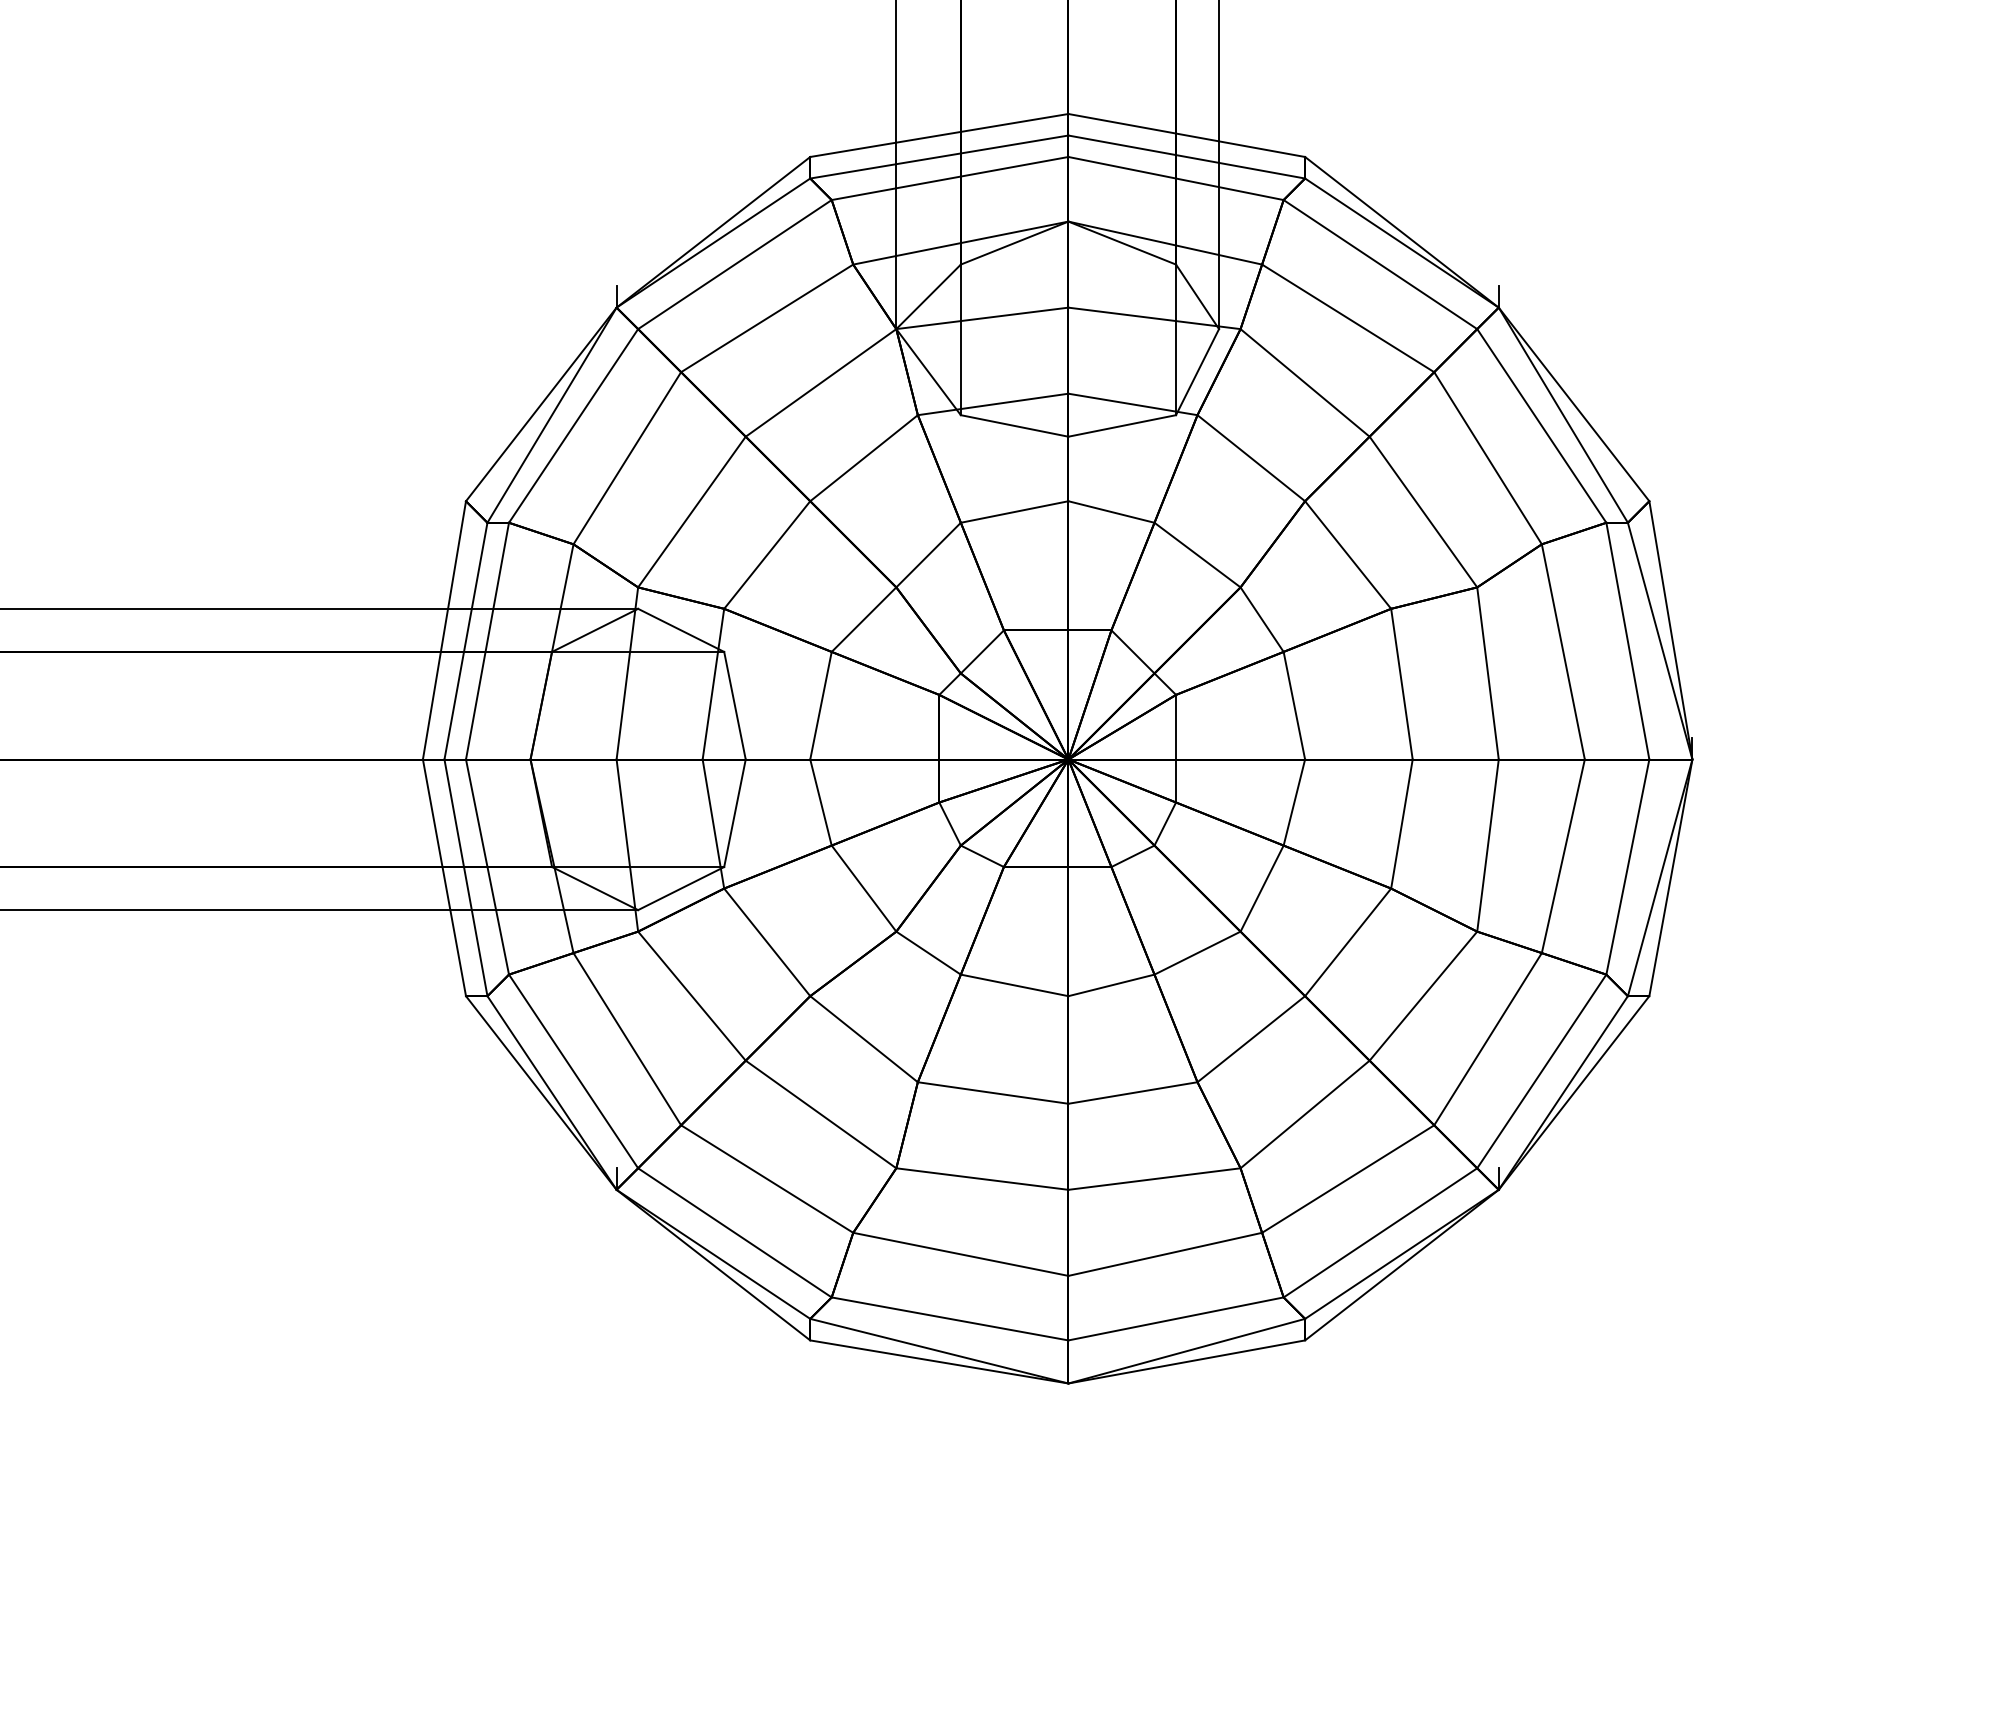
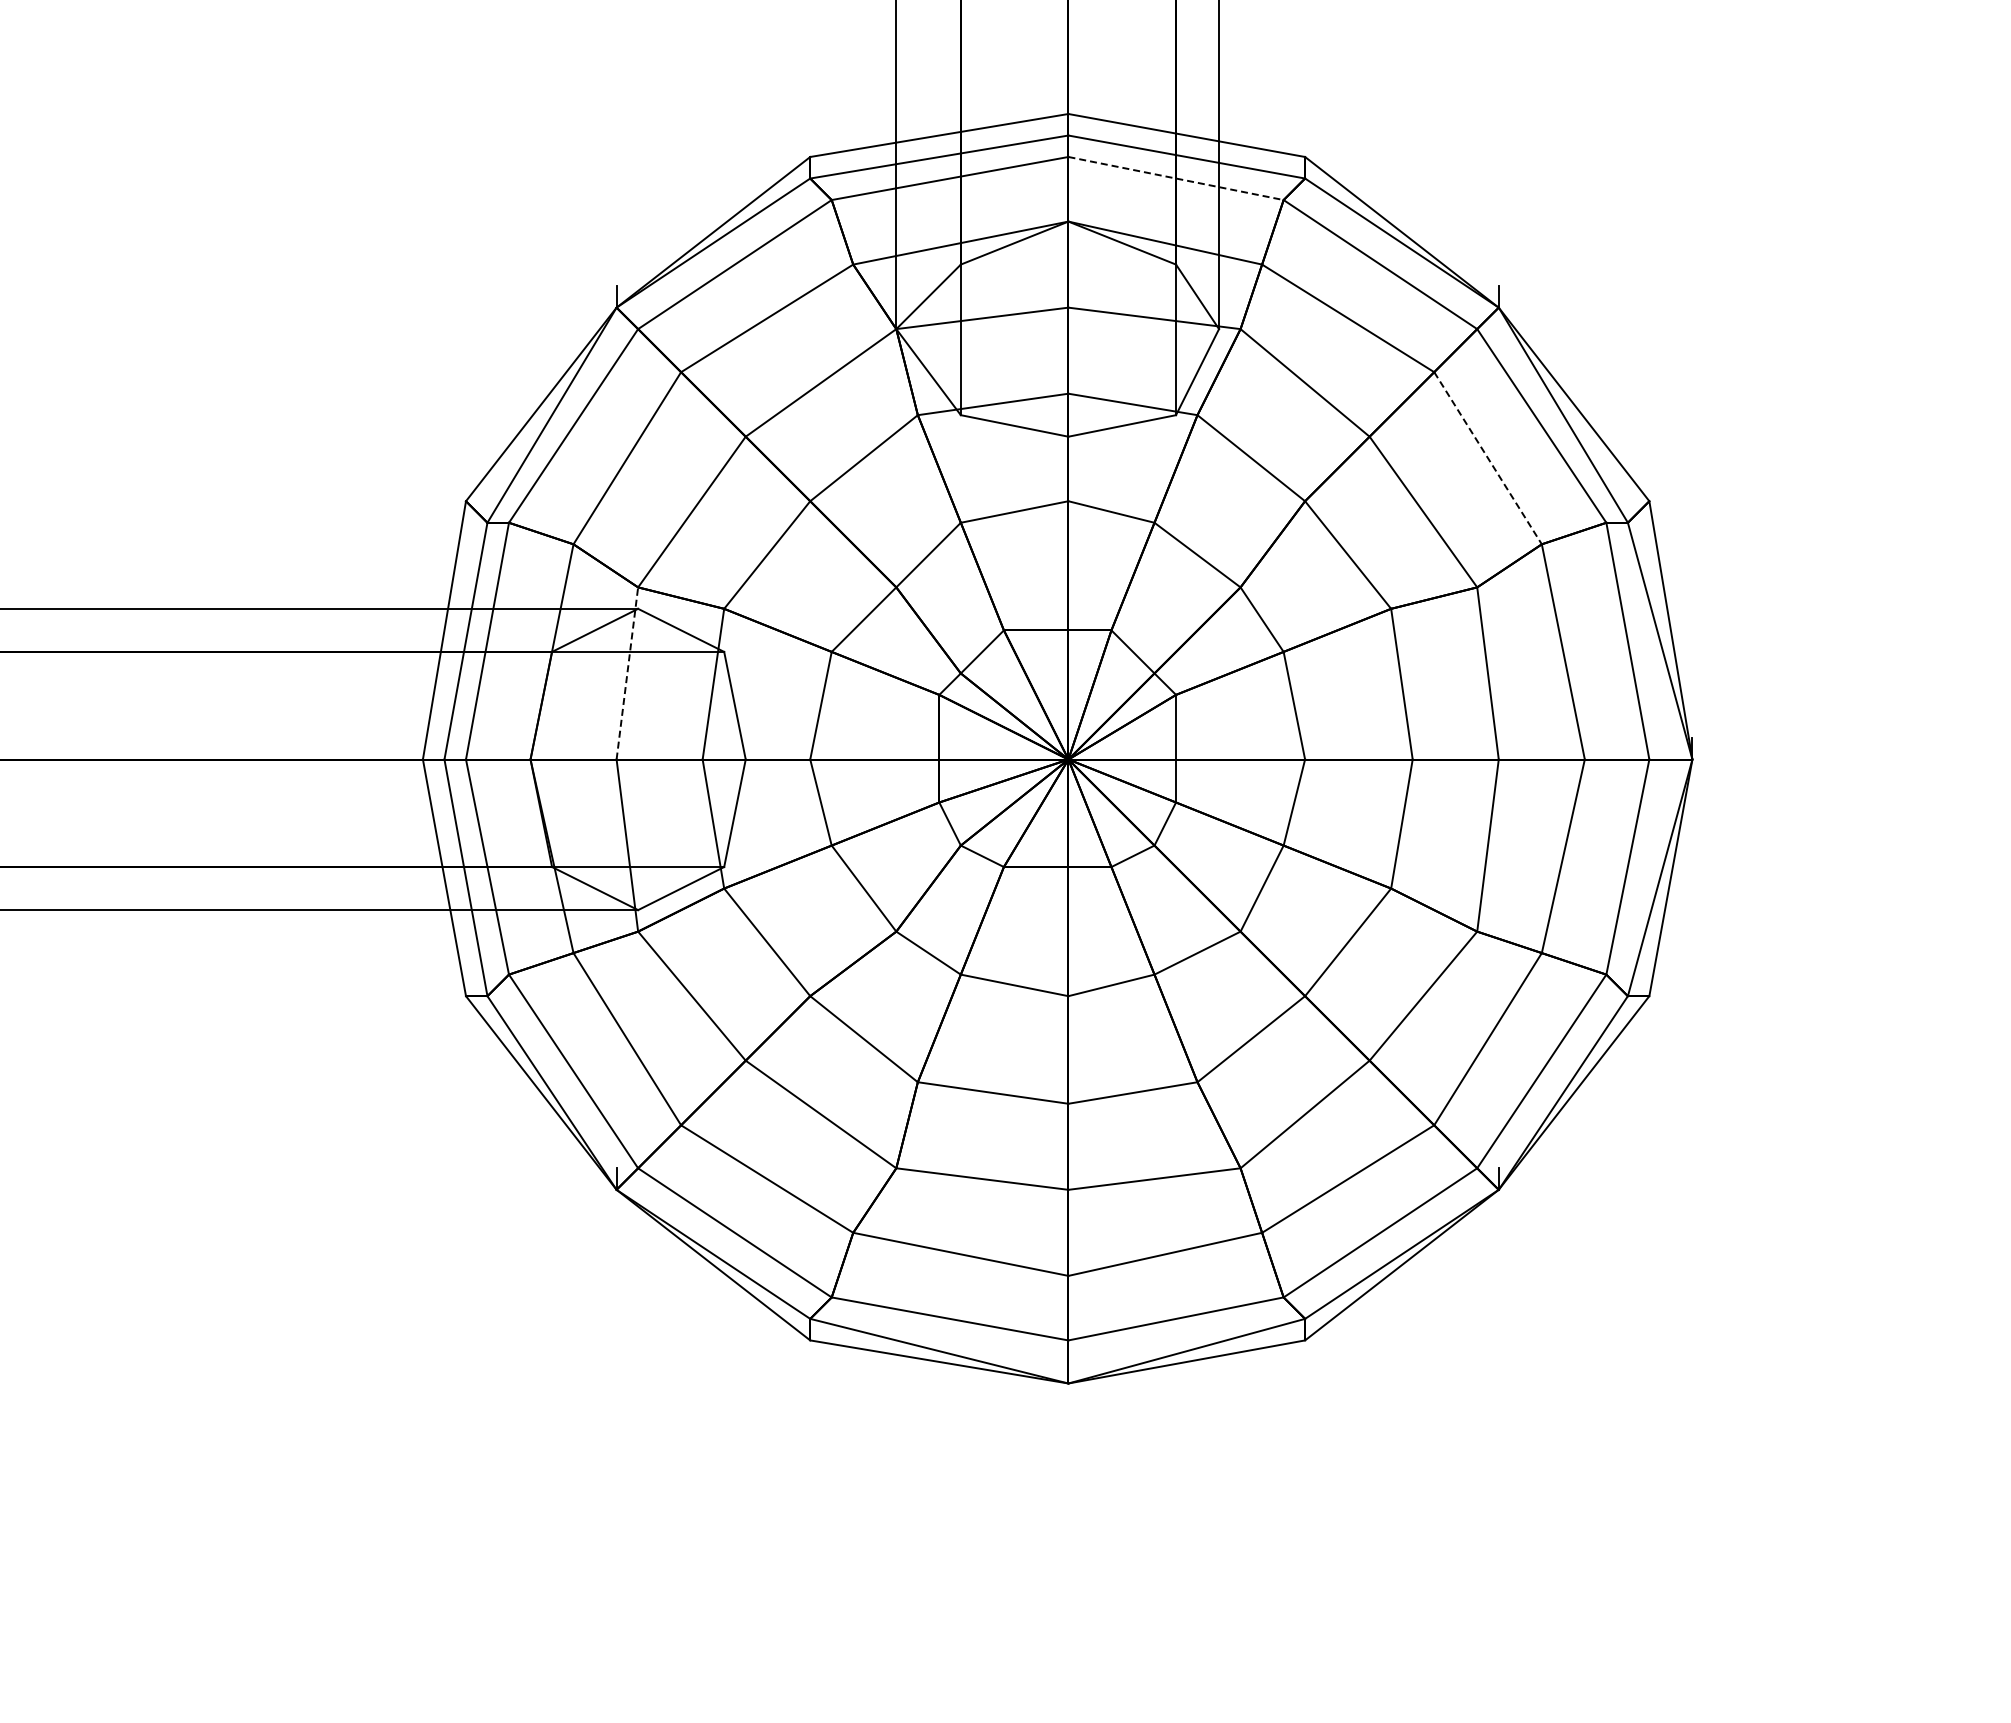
line at (1176, 178): solid -> dashed
line at (1488, 458): solid -> dashed
line at (627, 673): solid -> dashed
